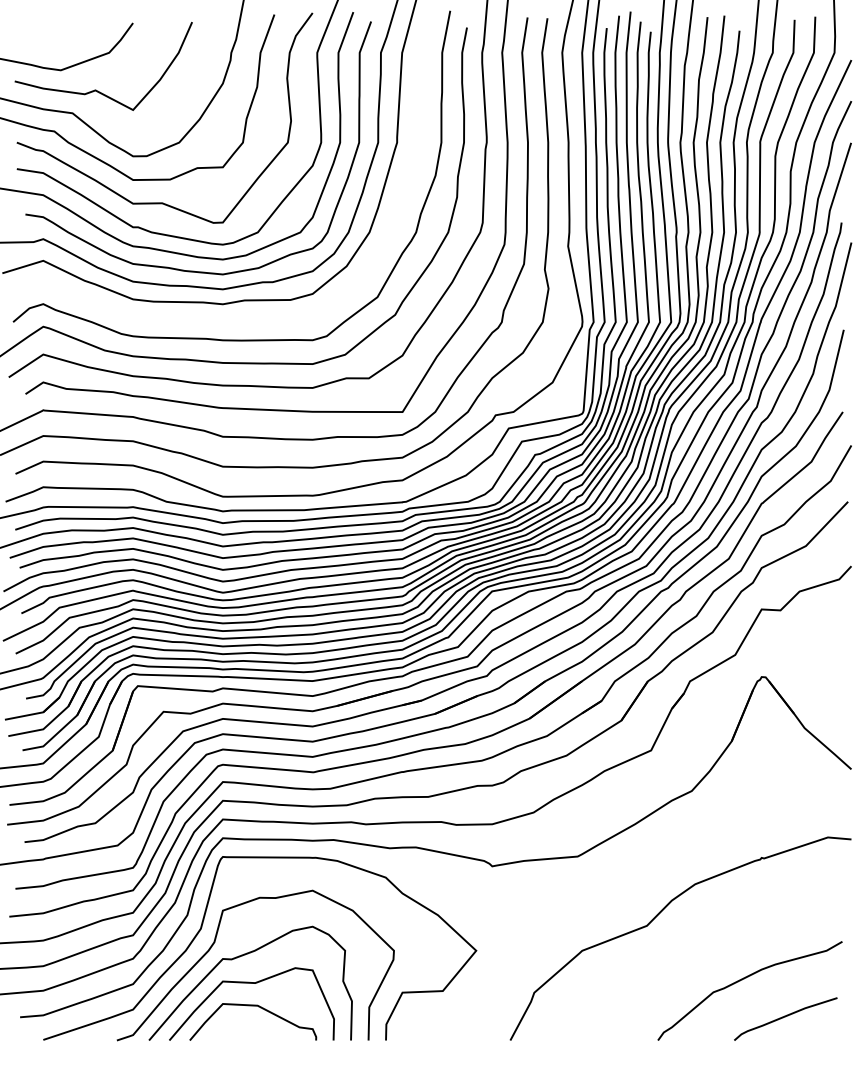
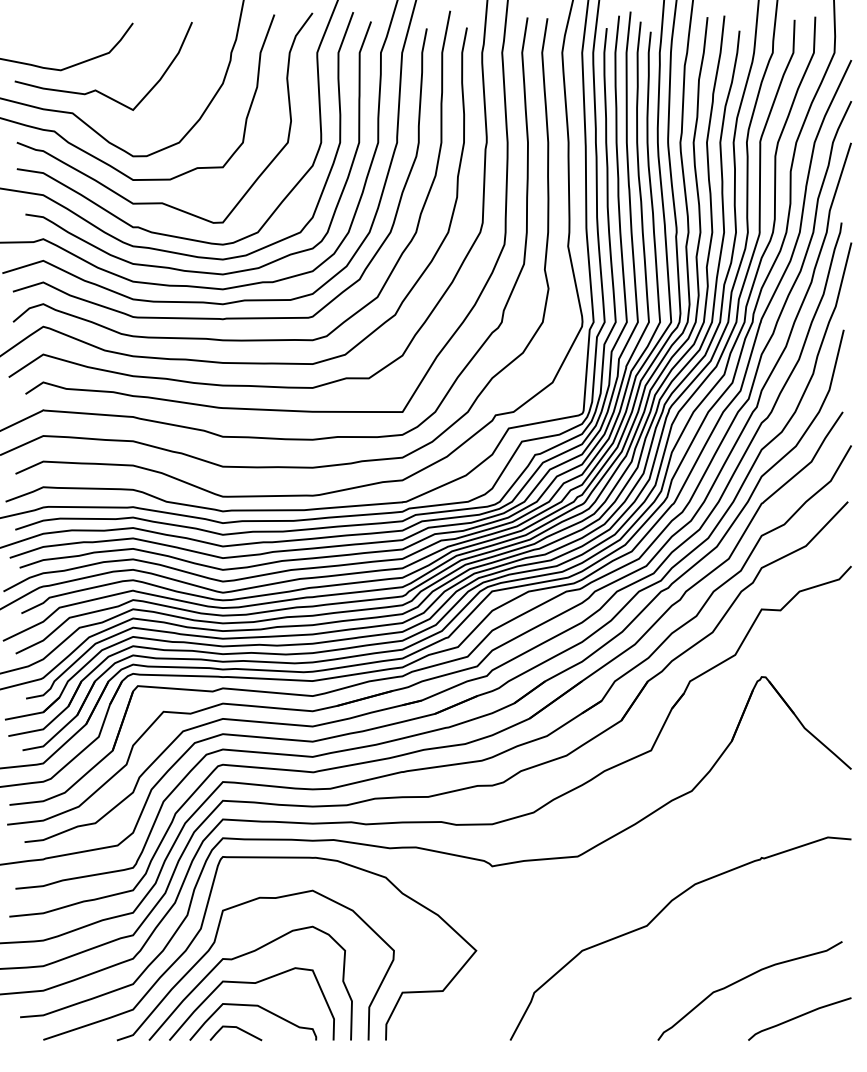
curve at (213, 317): none -> present
curve at (785, 1017) position: (785, 1017) -> (799, 1017)
line at (238, 1029): none -> present
